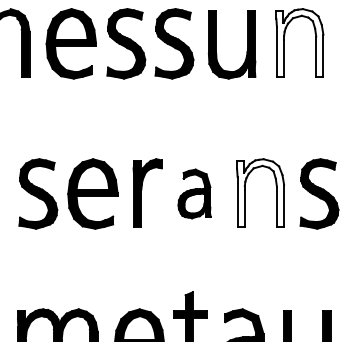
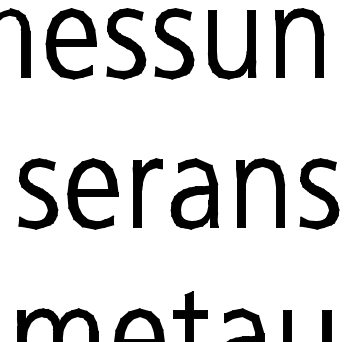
fill at (299, 42): none -> present
fill at (260, 192): none -> present
part at (194, 193) size: 35x52 px -> 49x72 px
